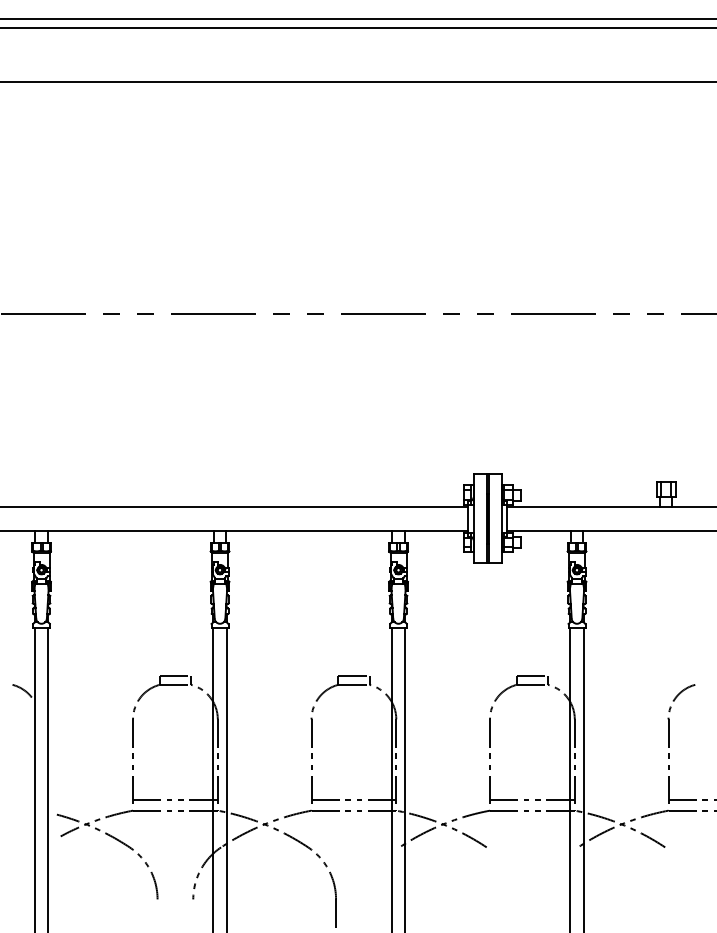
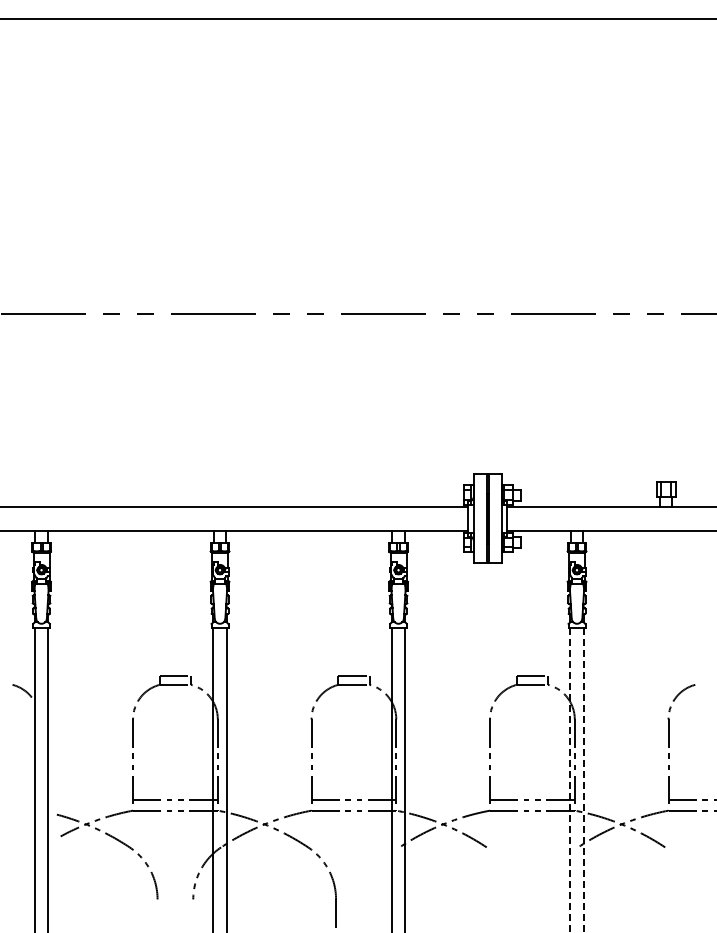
line at (357, 27): present -> none
line at (357, 81): present -> none
line at (570, 780): solid -> dashed
line at (583, 780): solid -> dashed
